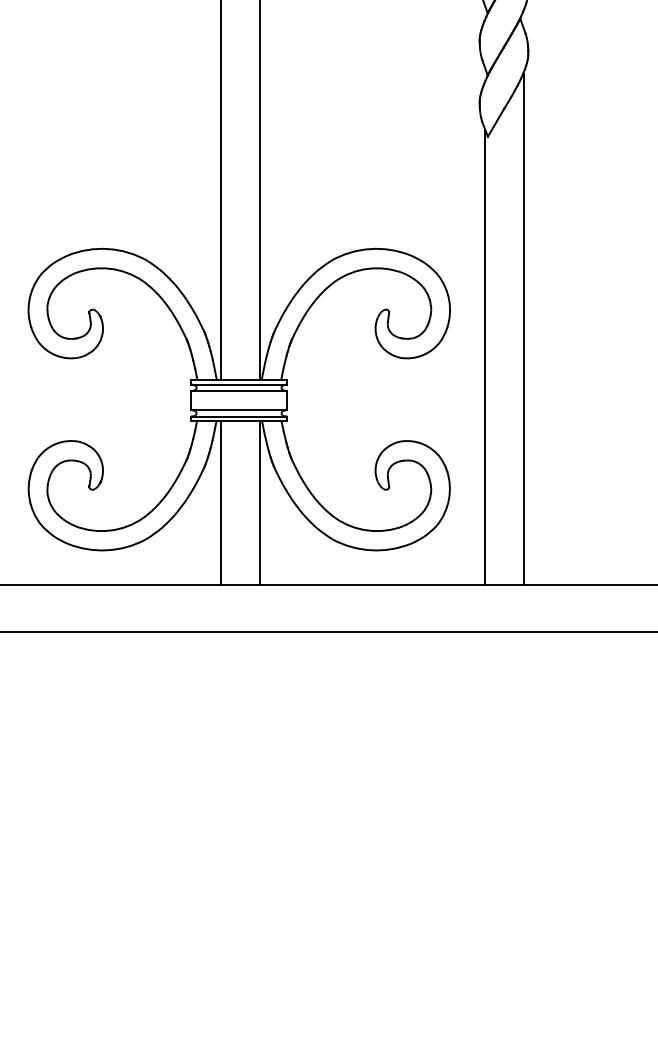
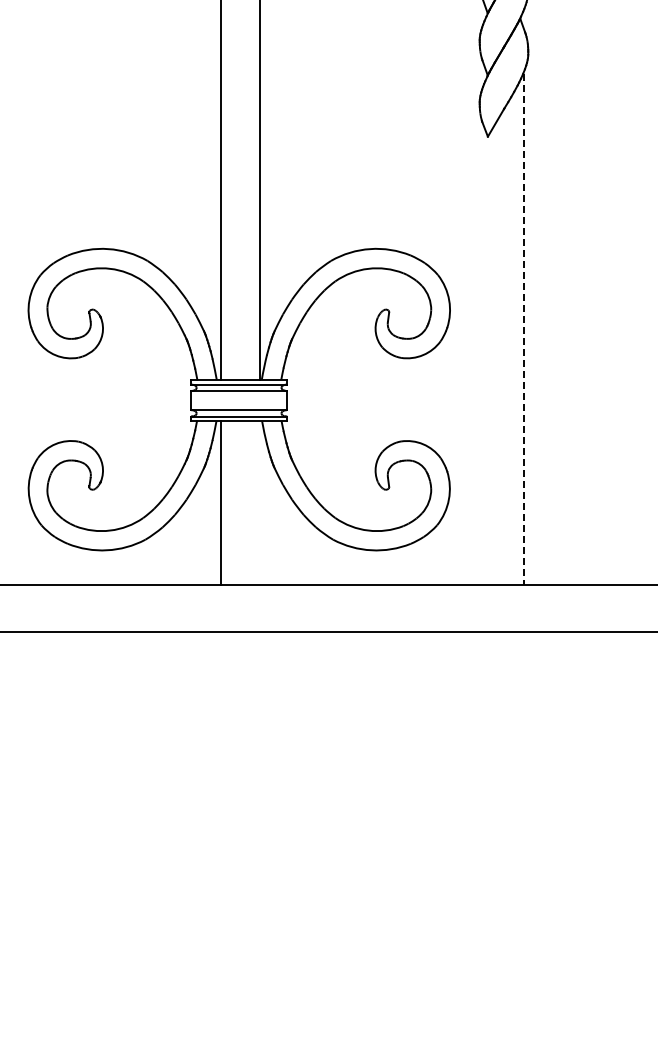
line at (523, 329): solid -> dashed
line at (485, 356): present -> none
line at (259, 502): present -> none
